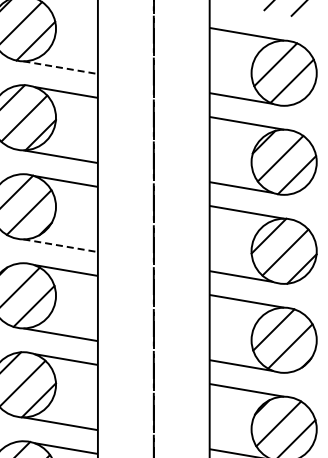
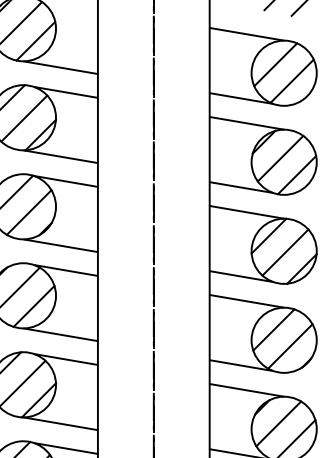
line at (60, 67): dashed -> solid
line at (60, 245): dashed -> solid
